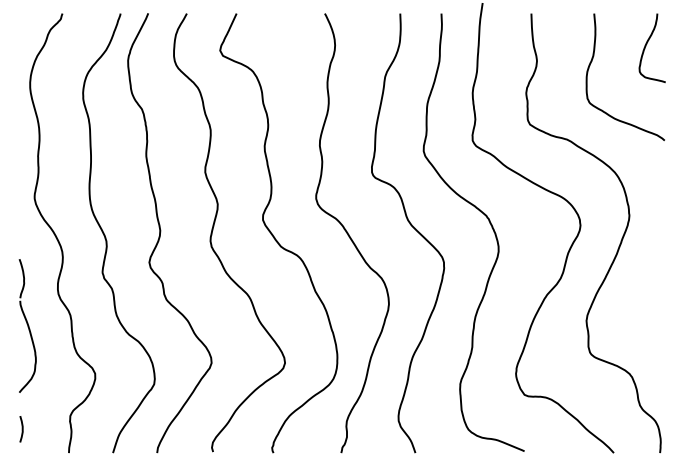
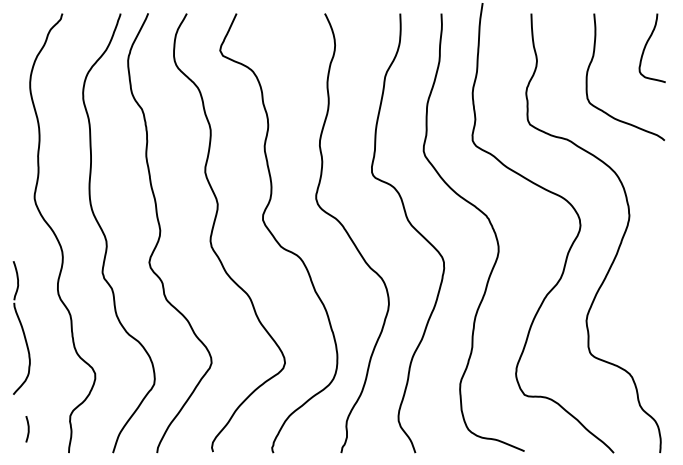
part at (27, 325) position: (27, 325) -> (21, 327)
curve at (21, 429) position: (21, 429) -> (27, 429)
